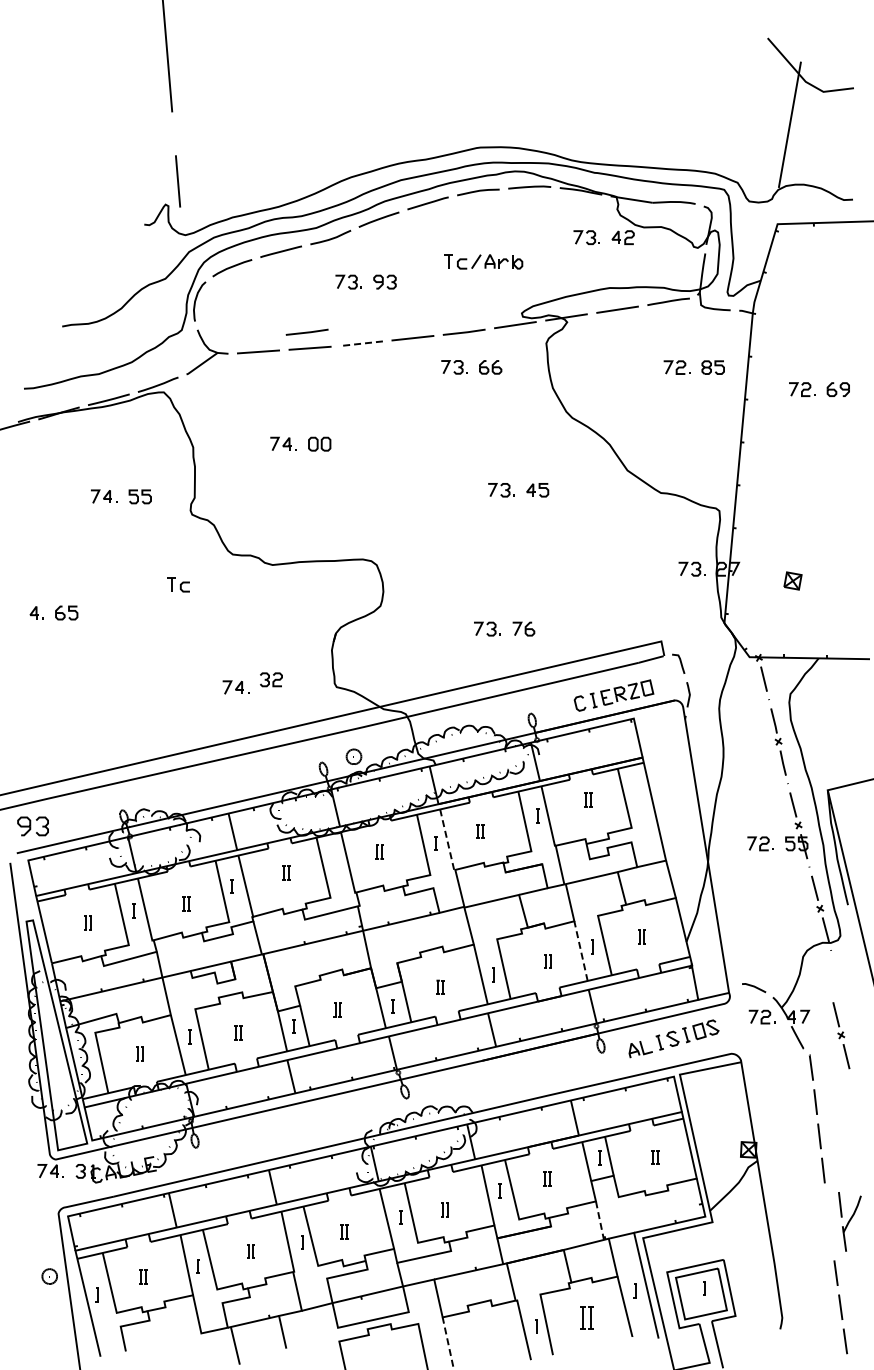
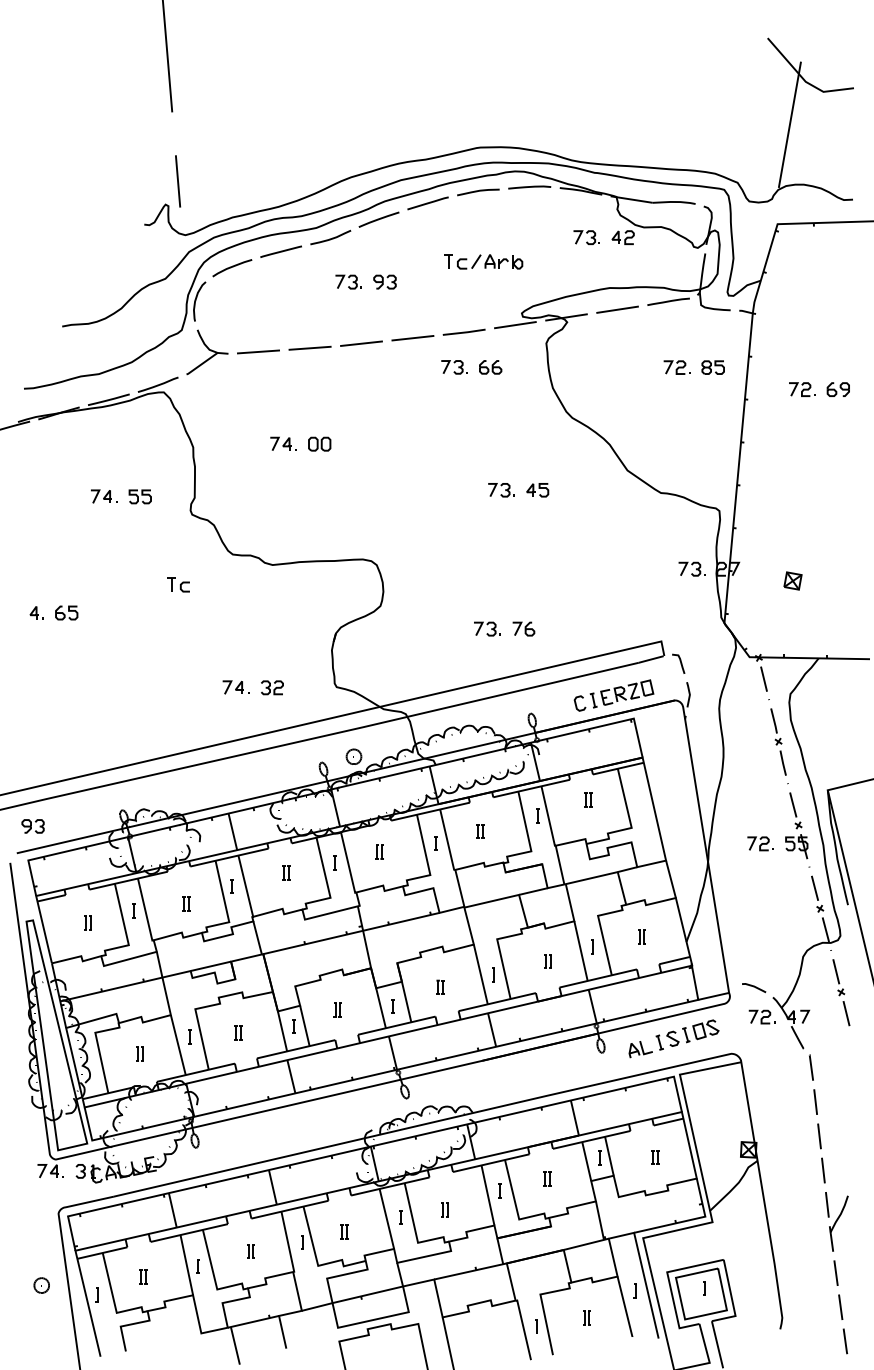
line at (306, 331): present -> none
line at (361, 343): dashed -> solid
part at (271, 679) position: (271, 679) -> (272, 687)
part at (32, 826) size: 32x21 px -> 24x15 px
line at (447, 841): dashed -> solid
line at (334, 862): none -> present
line at (581, 952): dashed -> solid
part at (841, 1035) position: (841, 1035) -> (841, 992)
line at (599, 1220): dashed -> solid
part at (849, 1221) position: (849, 1221) -> (836, 1221)
part at (49, 1276) position: (49, 1276) -> (41, 1285)
part at (586, 1317) size: 14x24 px -> 8x16 px
line at (448, 1343): dashed -> solid
